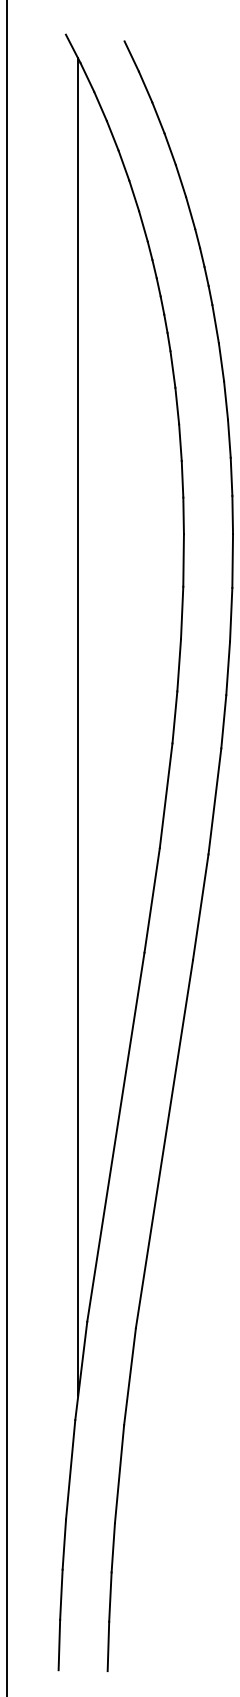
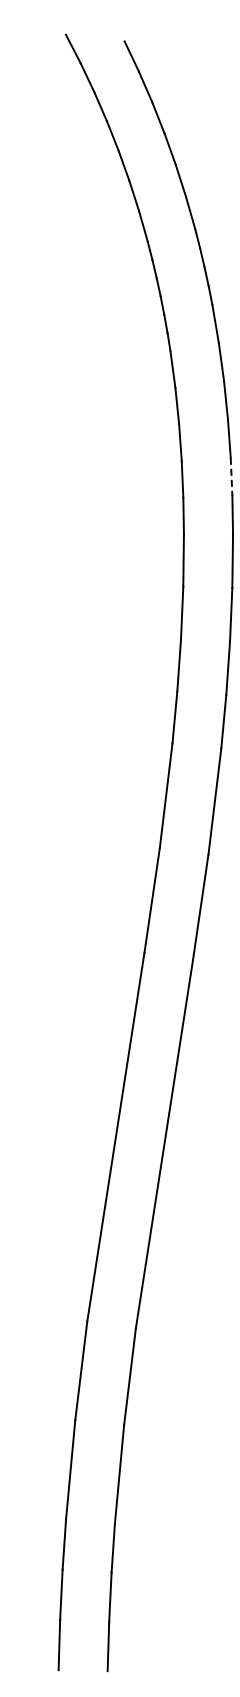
line at (231, 477): solid -> dashed
line at (78, 726): present -> none
line at (6, 847): present -> none
